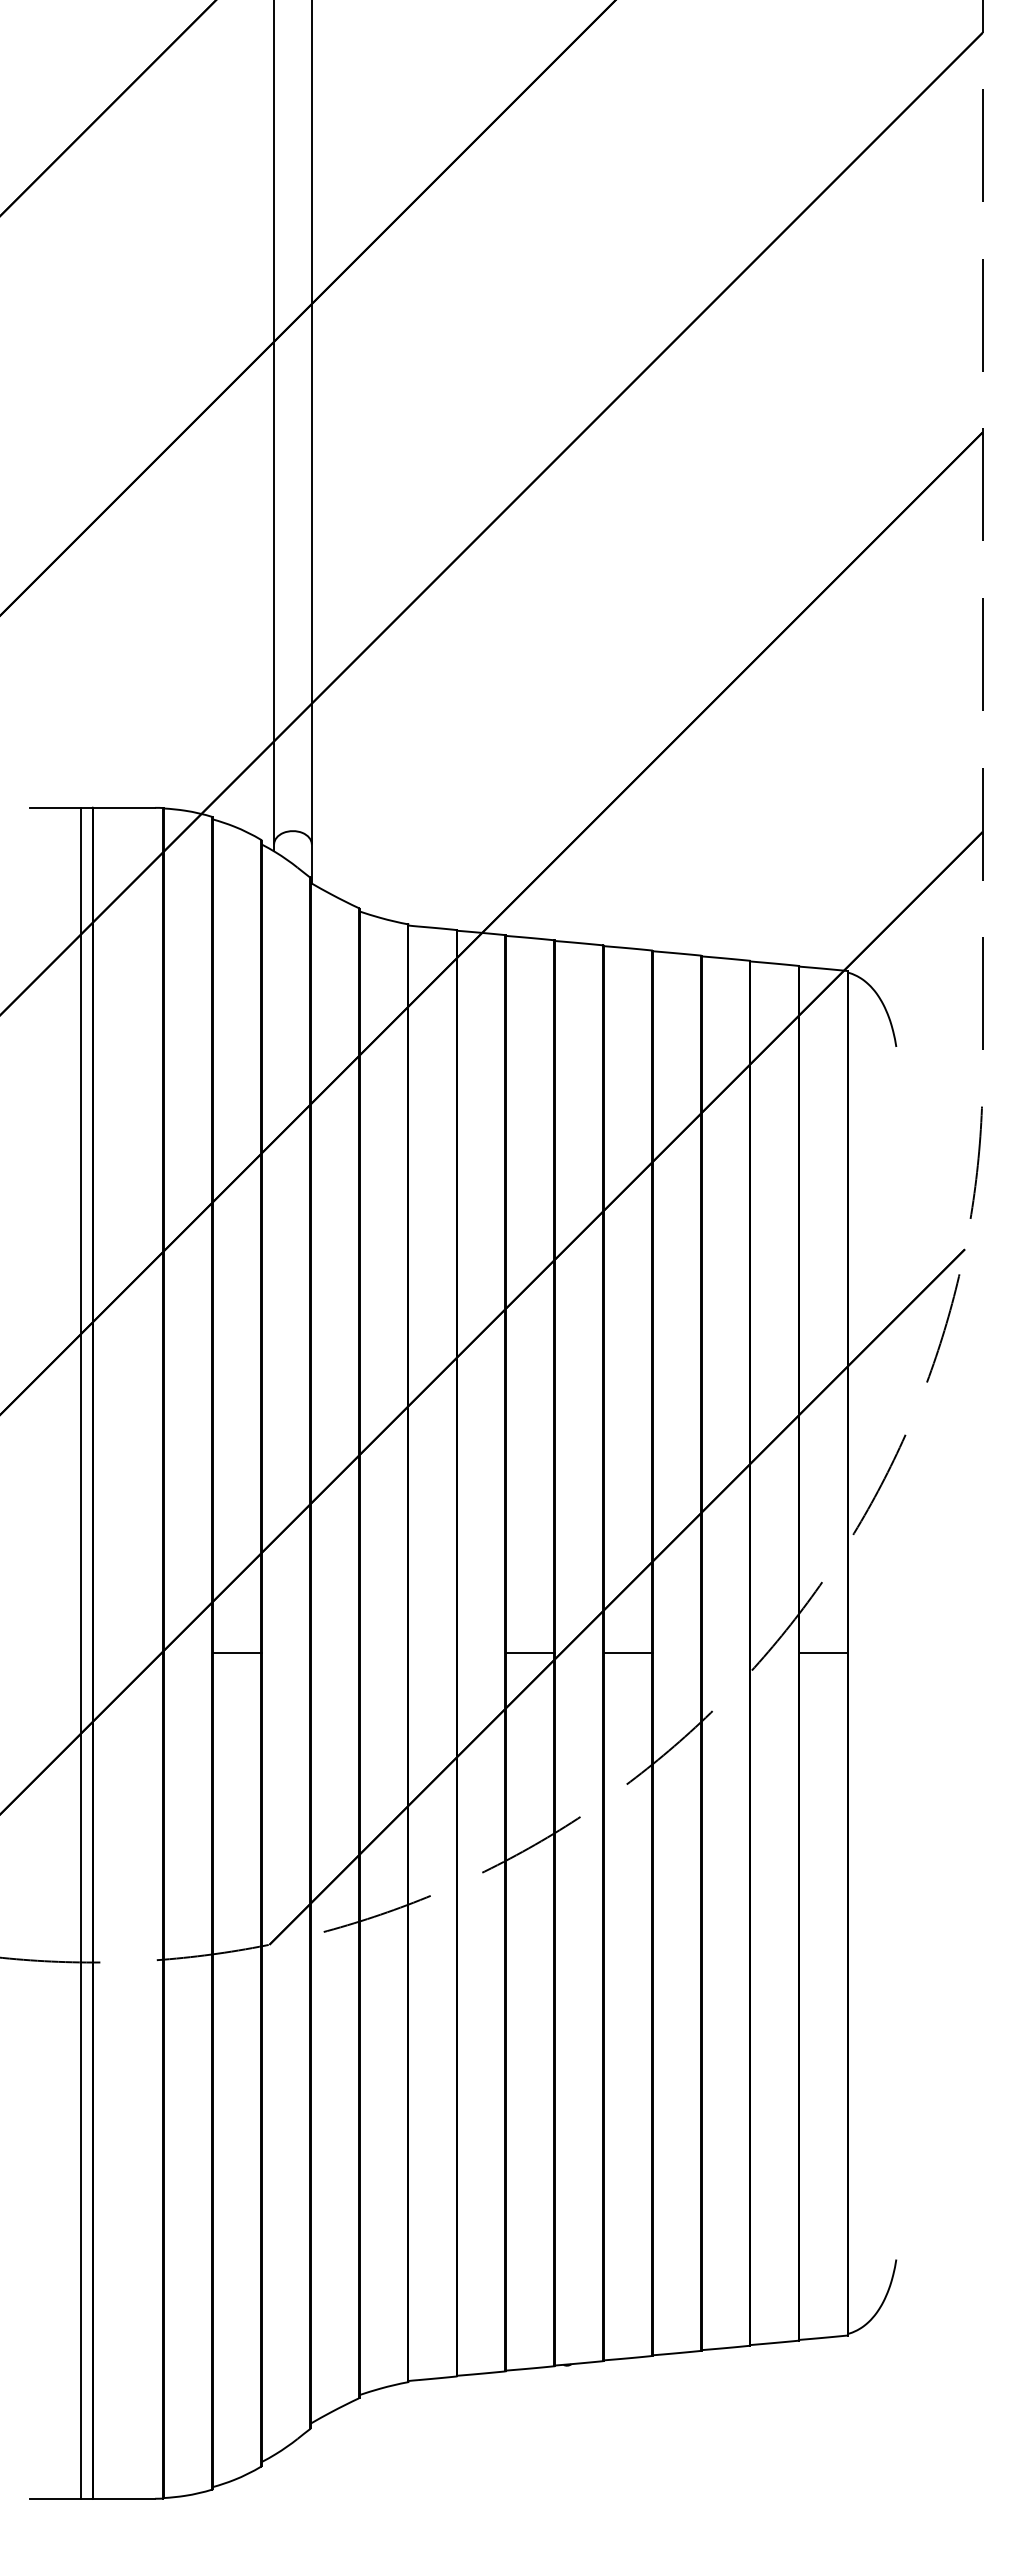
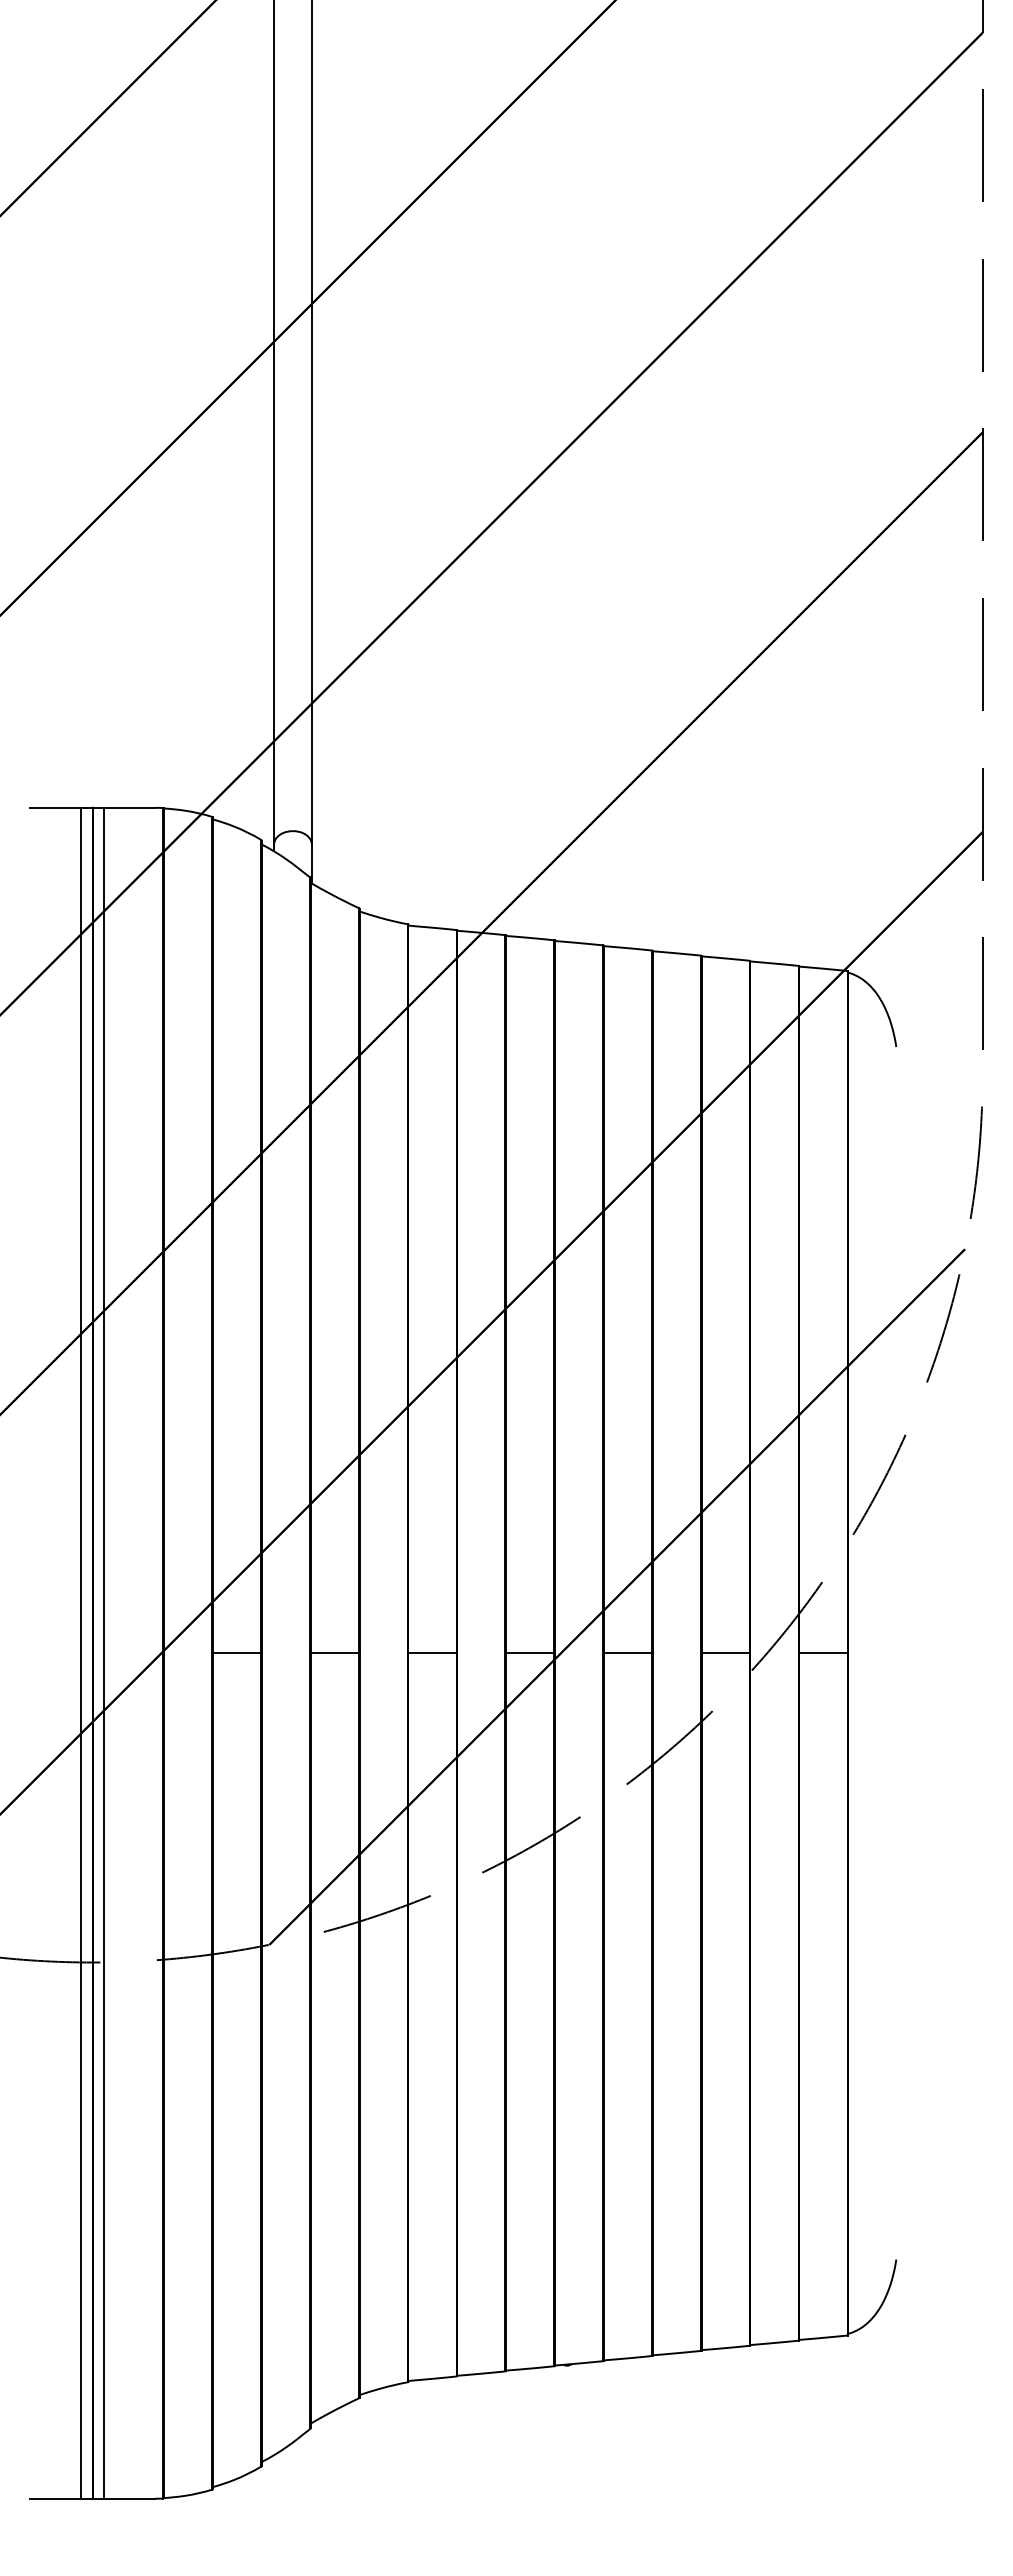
line at (104, 1652): none -> present
line at (334, 1653): none -> present
line at (432, 1653): none -> present
line at (725, 1653): none -> present
